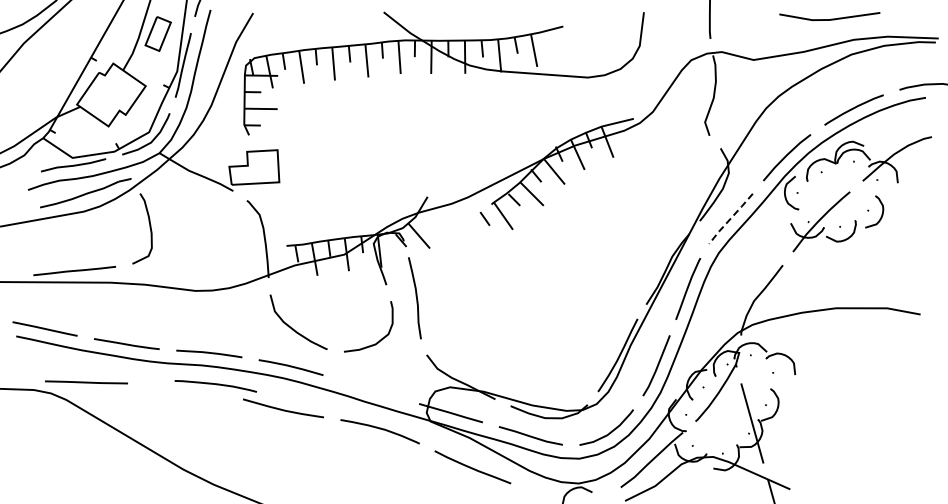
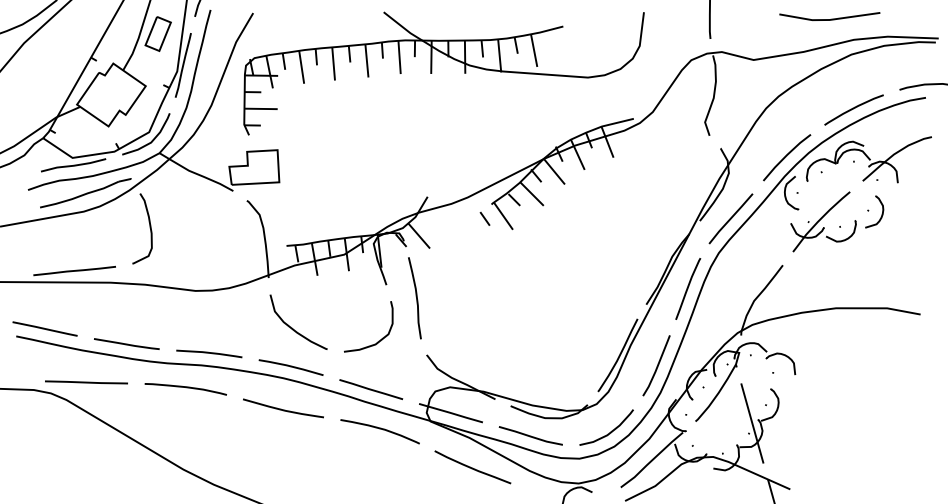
line at (730, 219): dashed -> solid
curve at (216, 385) position: (216, 385) -> (186, 388)
line at (371, 389): none -> present
